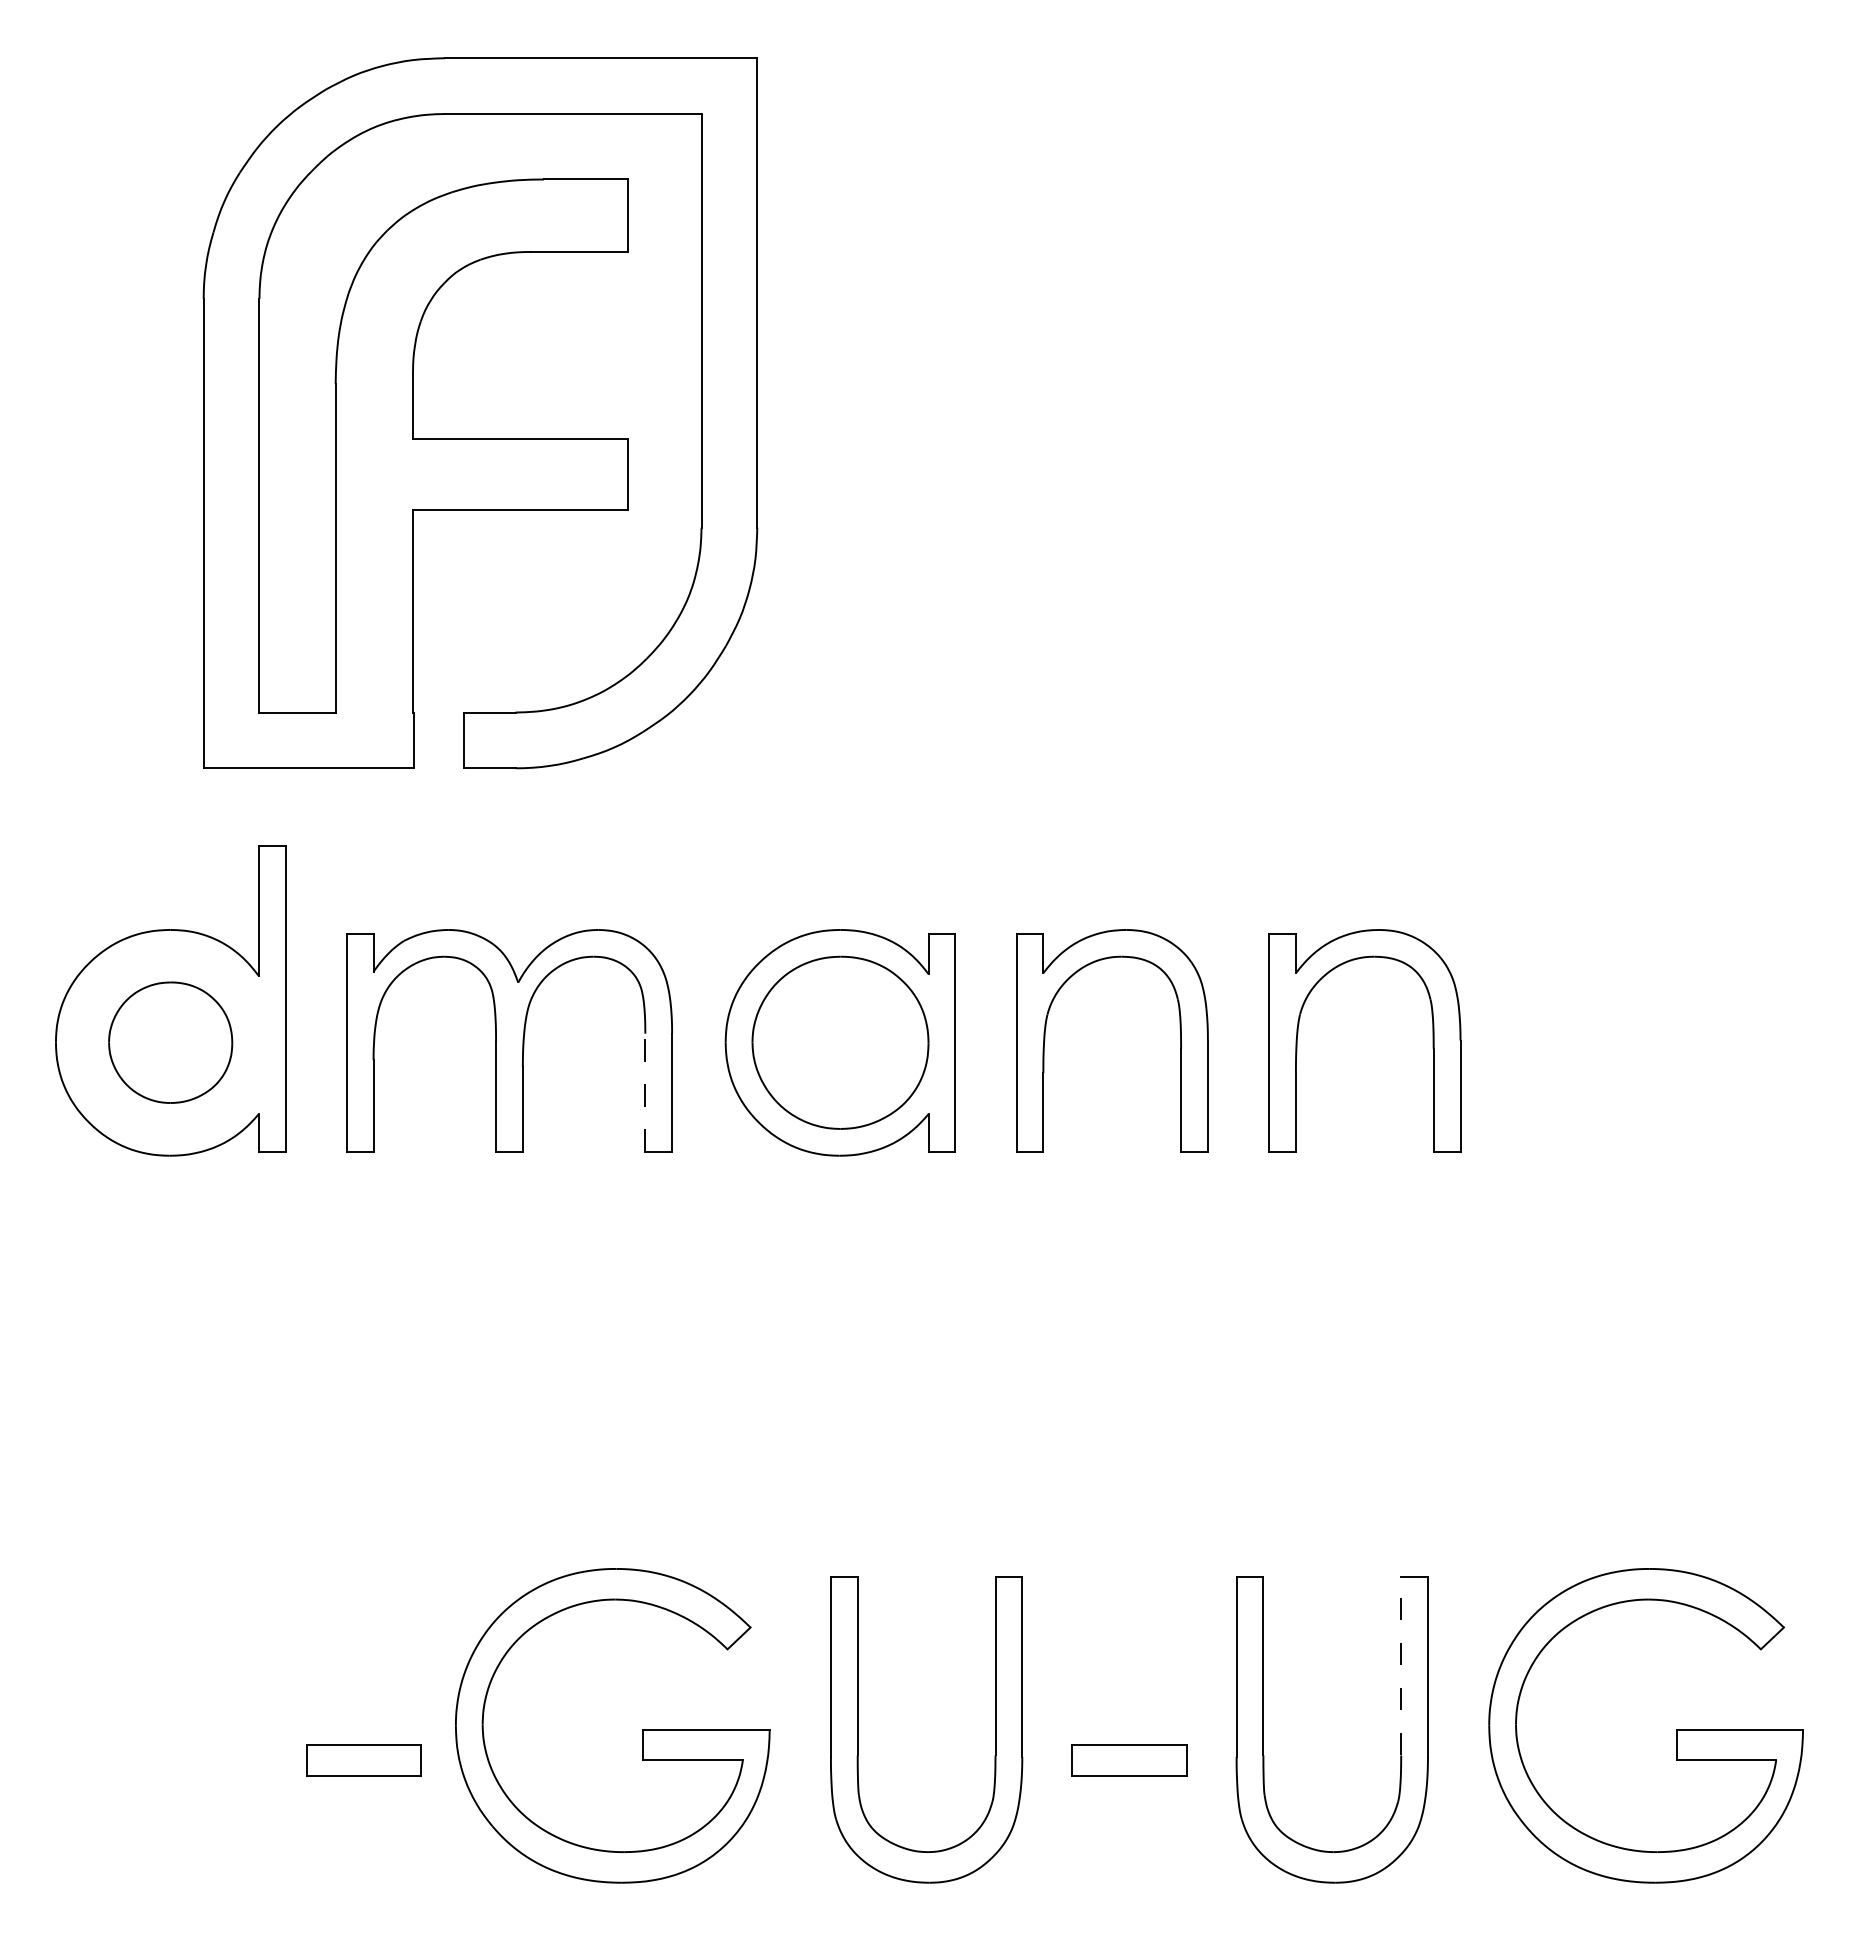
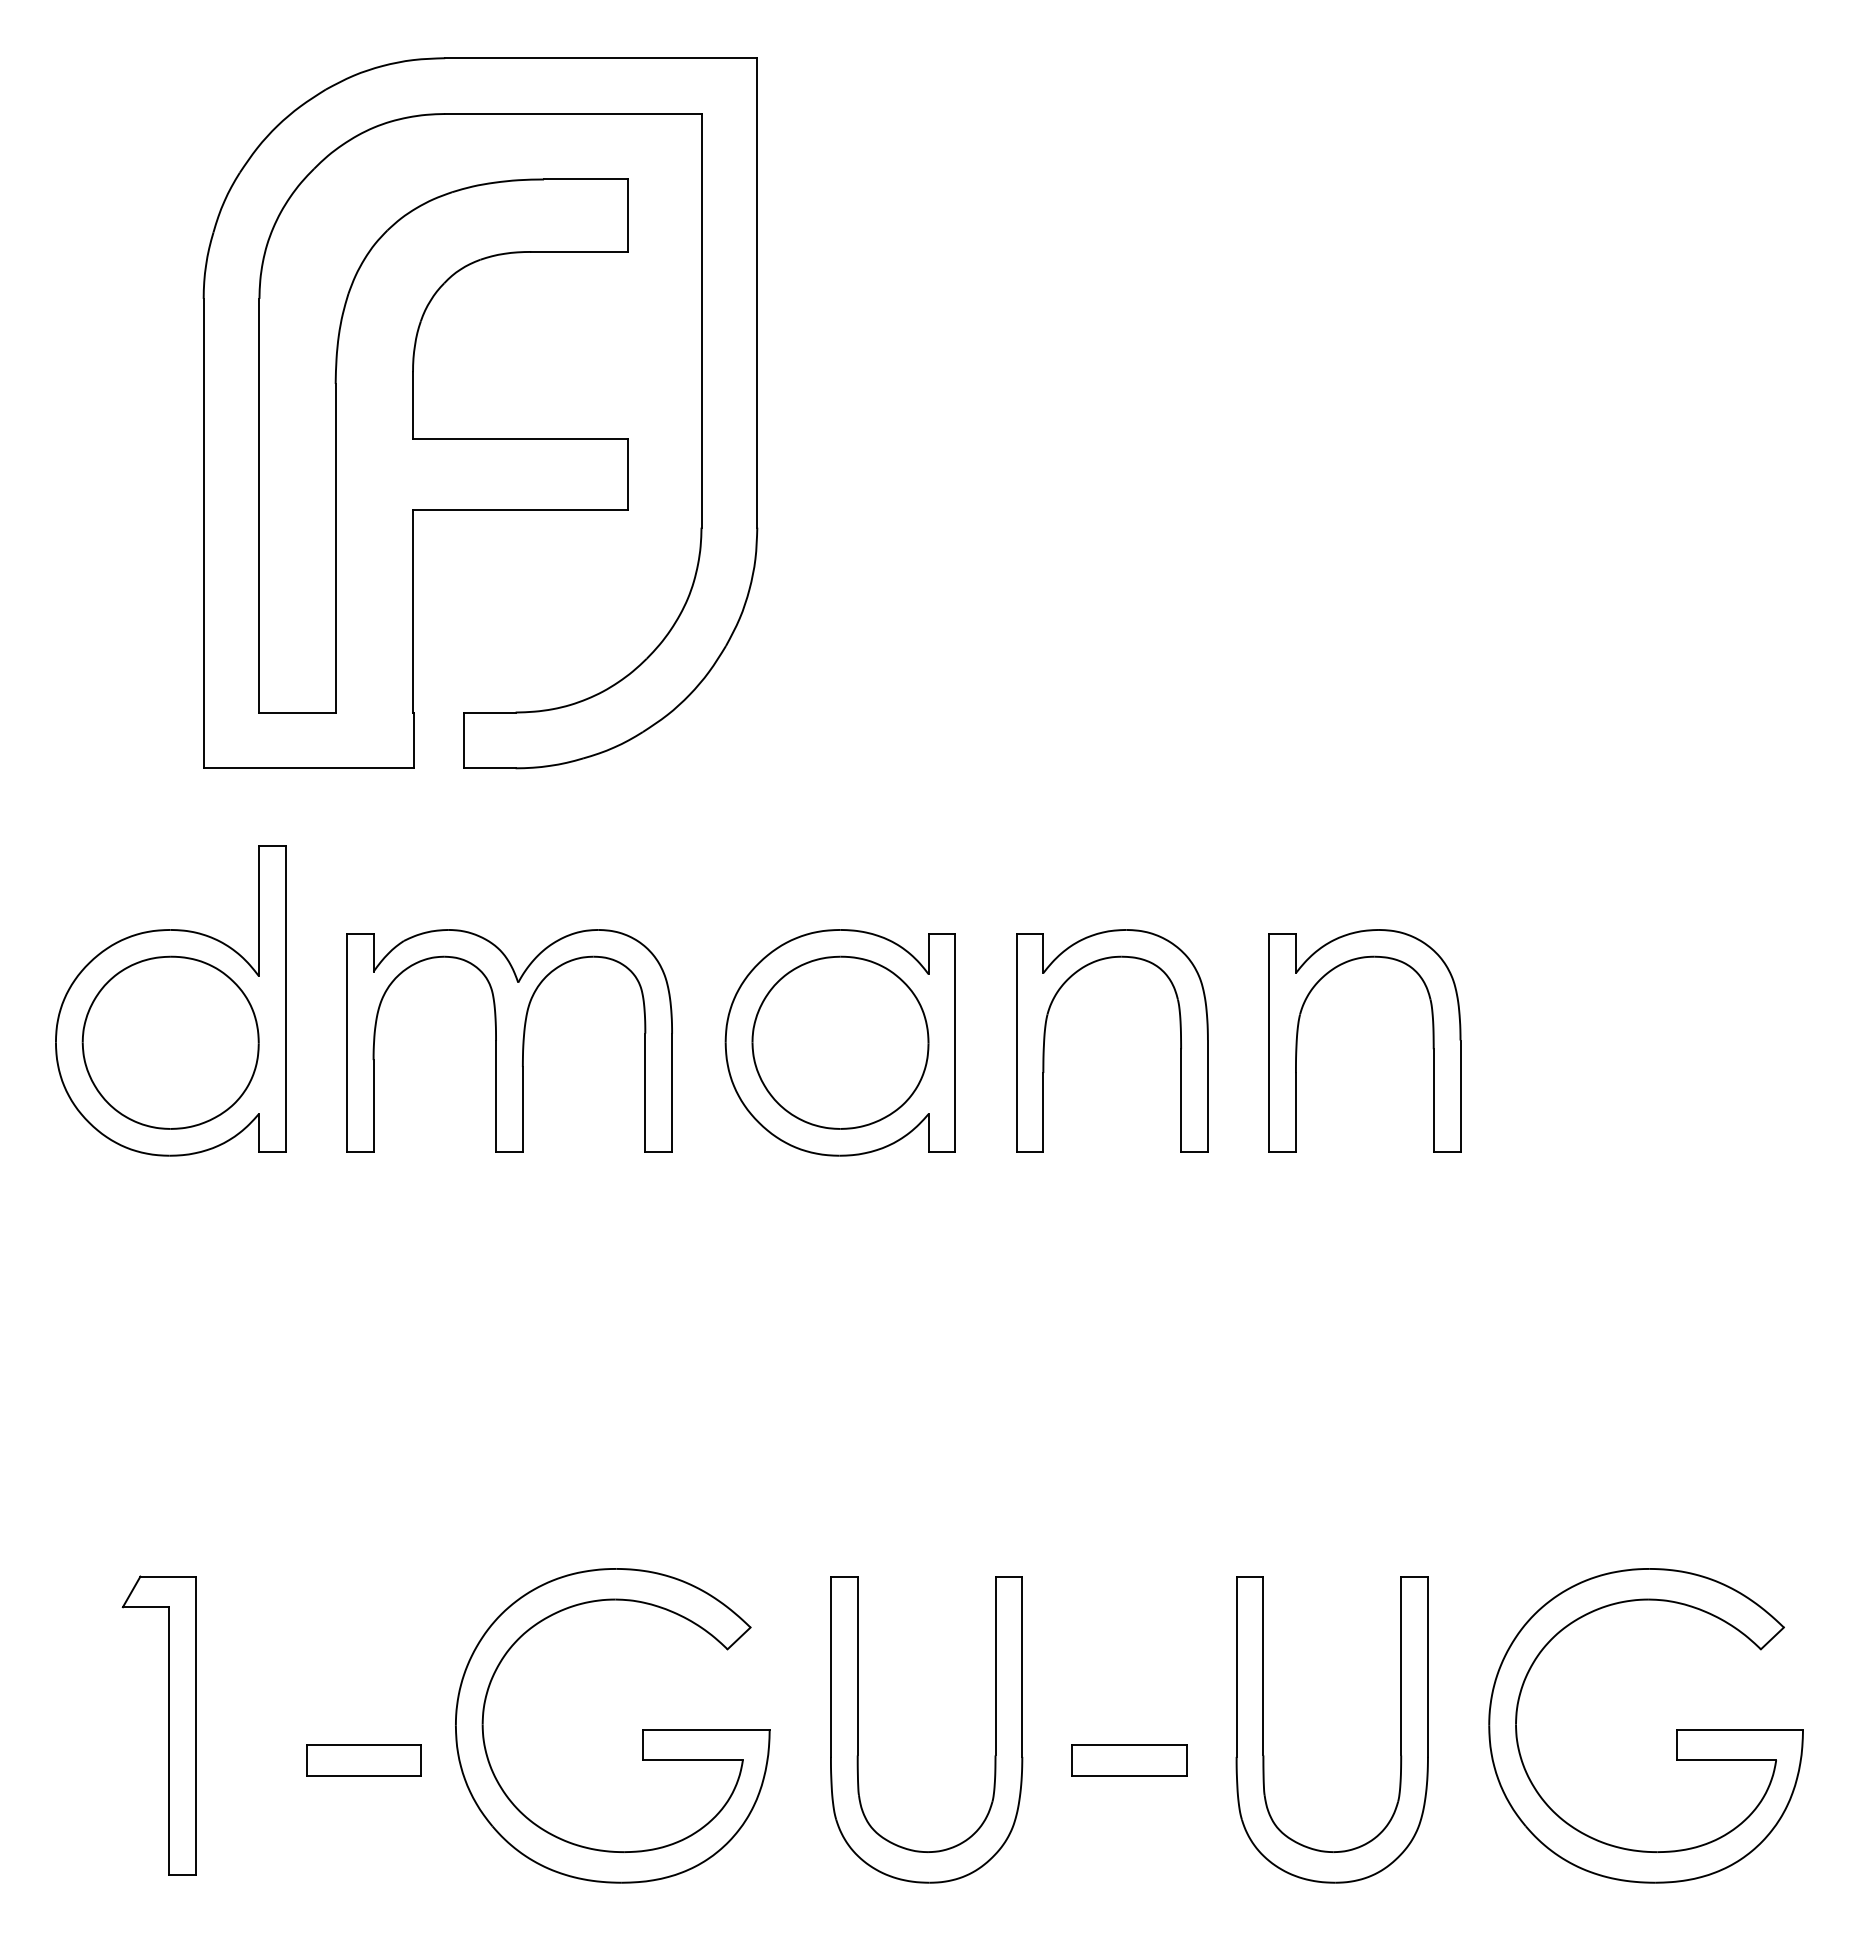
part at (170, 1042) size: 126x123 px -> 179x175 px
line at (645, 1092): dashed -> solid
line at (1401, 1665): dashed -> solid
part at (168, 1725): none -> present
